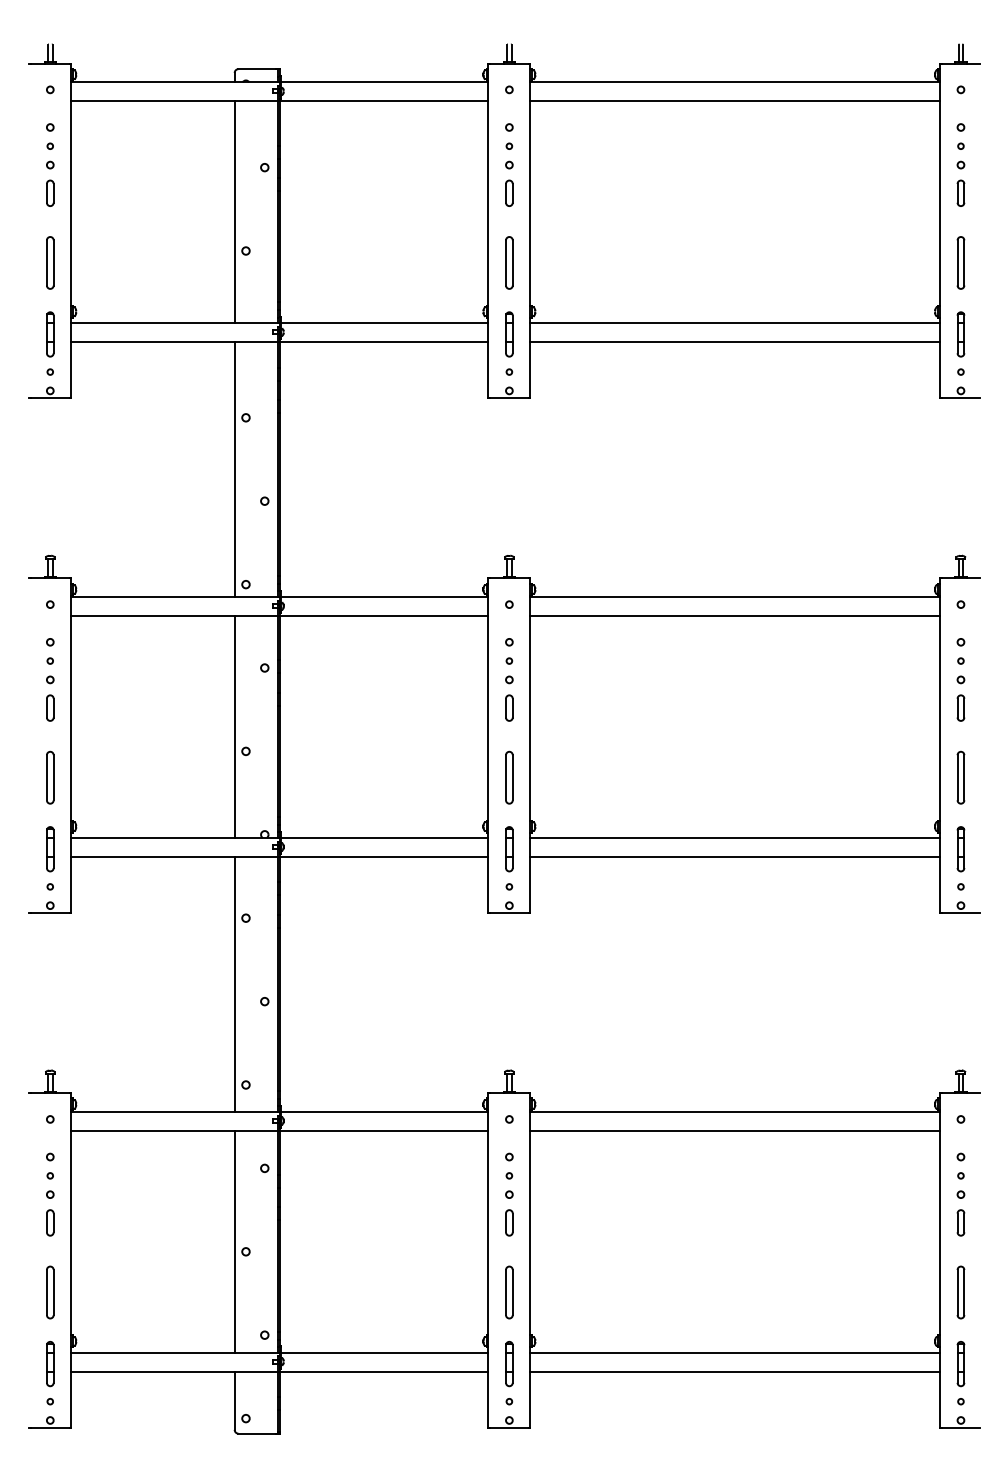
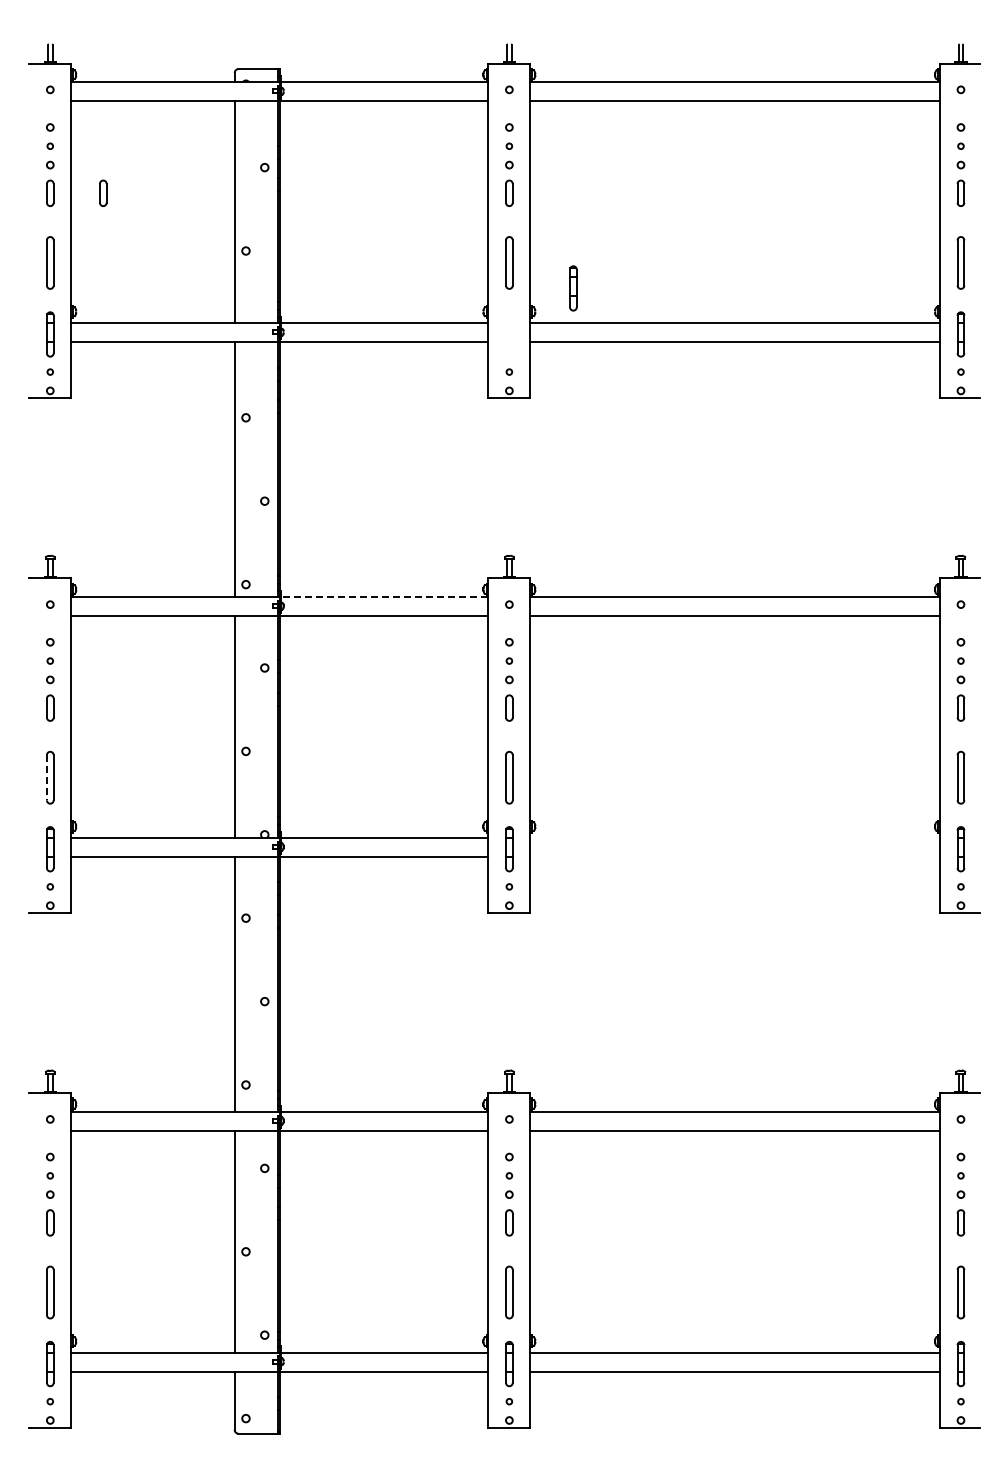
part at (103, 192): none -> present
part at (509, 334) position: (509, 334) -> (573, 288)
line at (384, 597): solid -> dashed
line at (46, 777): solid -> dashed
line at (734, 837): present -> none
line at (734, 856): present -> none
